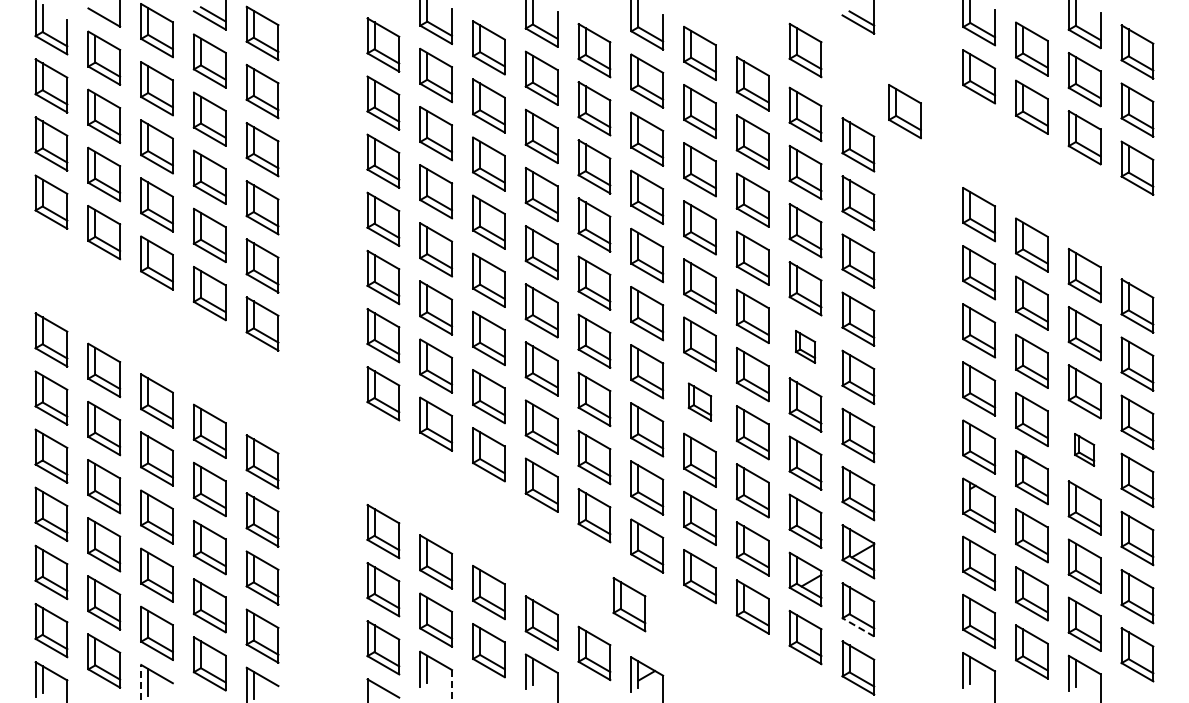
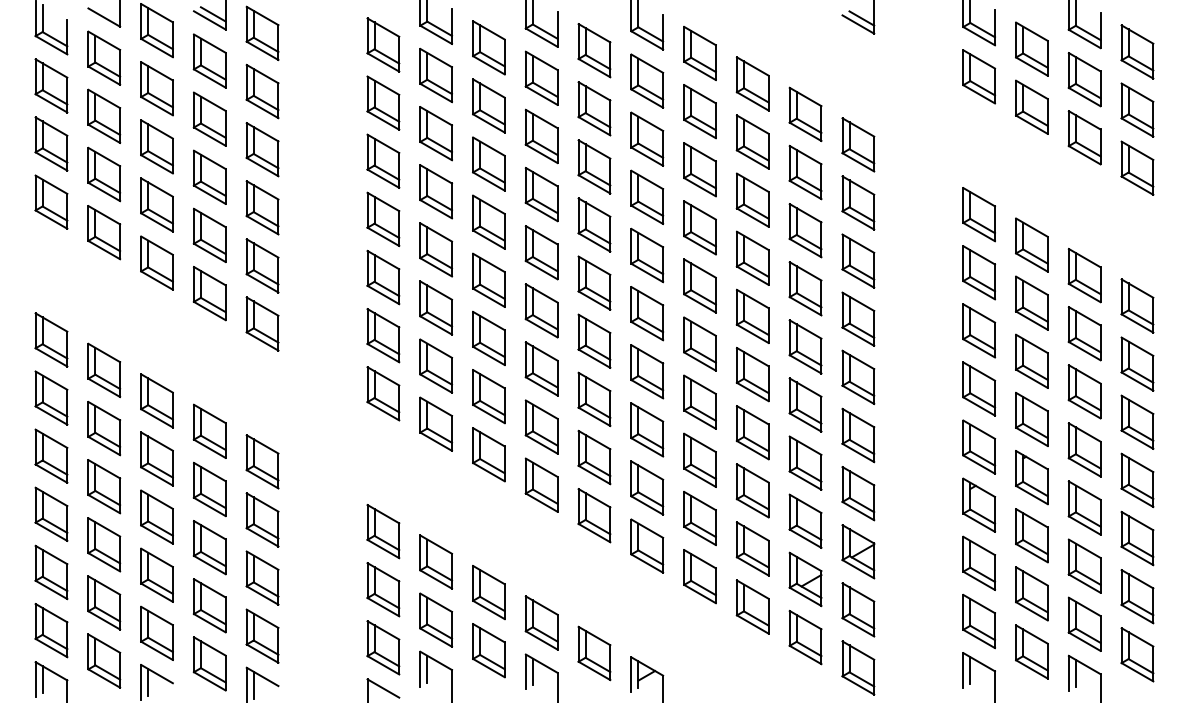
part at (805, 50): present -> none
part at (904, 111): present -> none
part at (805, 346) size: 22x34 px -> 35x56 px
part at (699, 401) size: 26x40 px -> 34x56 px
part at (1084, 449) size: 22x34 px -> 35x56 px
part at (629, 604): present -> none
line at (857, 627): dashed -> solid
line at (141, 681): dashed -> solid
line at (452, 686): dashed -> solid
